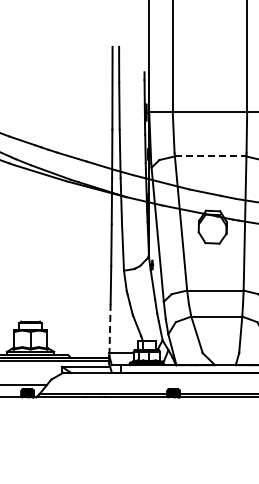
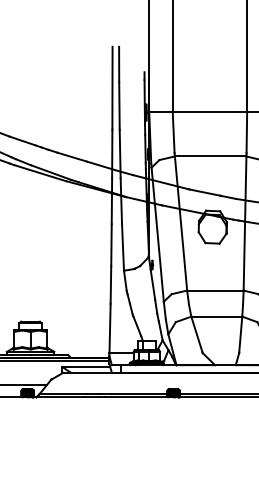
line at (210, 156): dashed -> solid
line at (110, 328): dashed -> solid
